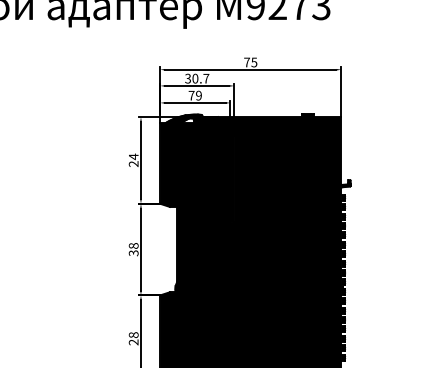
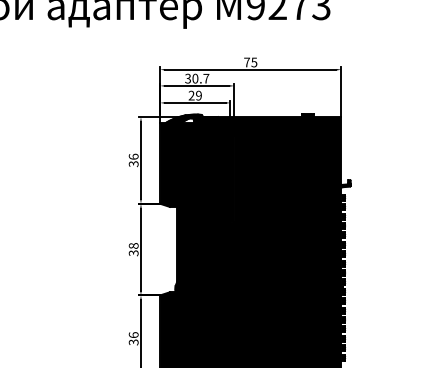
text at (191, 95): 79 -> 29
text at (133, 160): 24 -> 36
text at (133, 338): 28 -> 36
